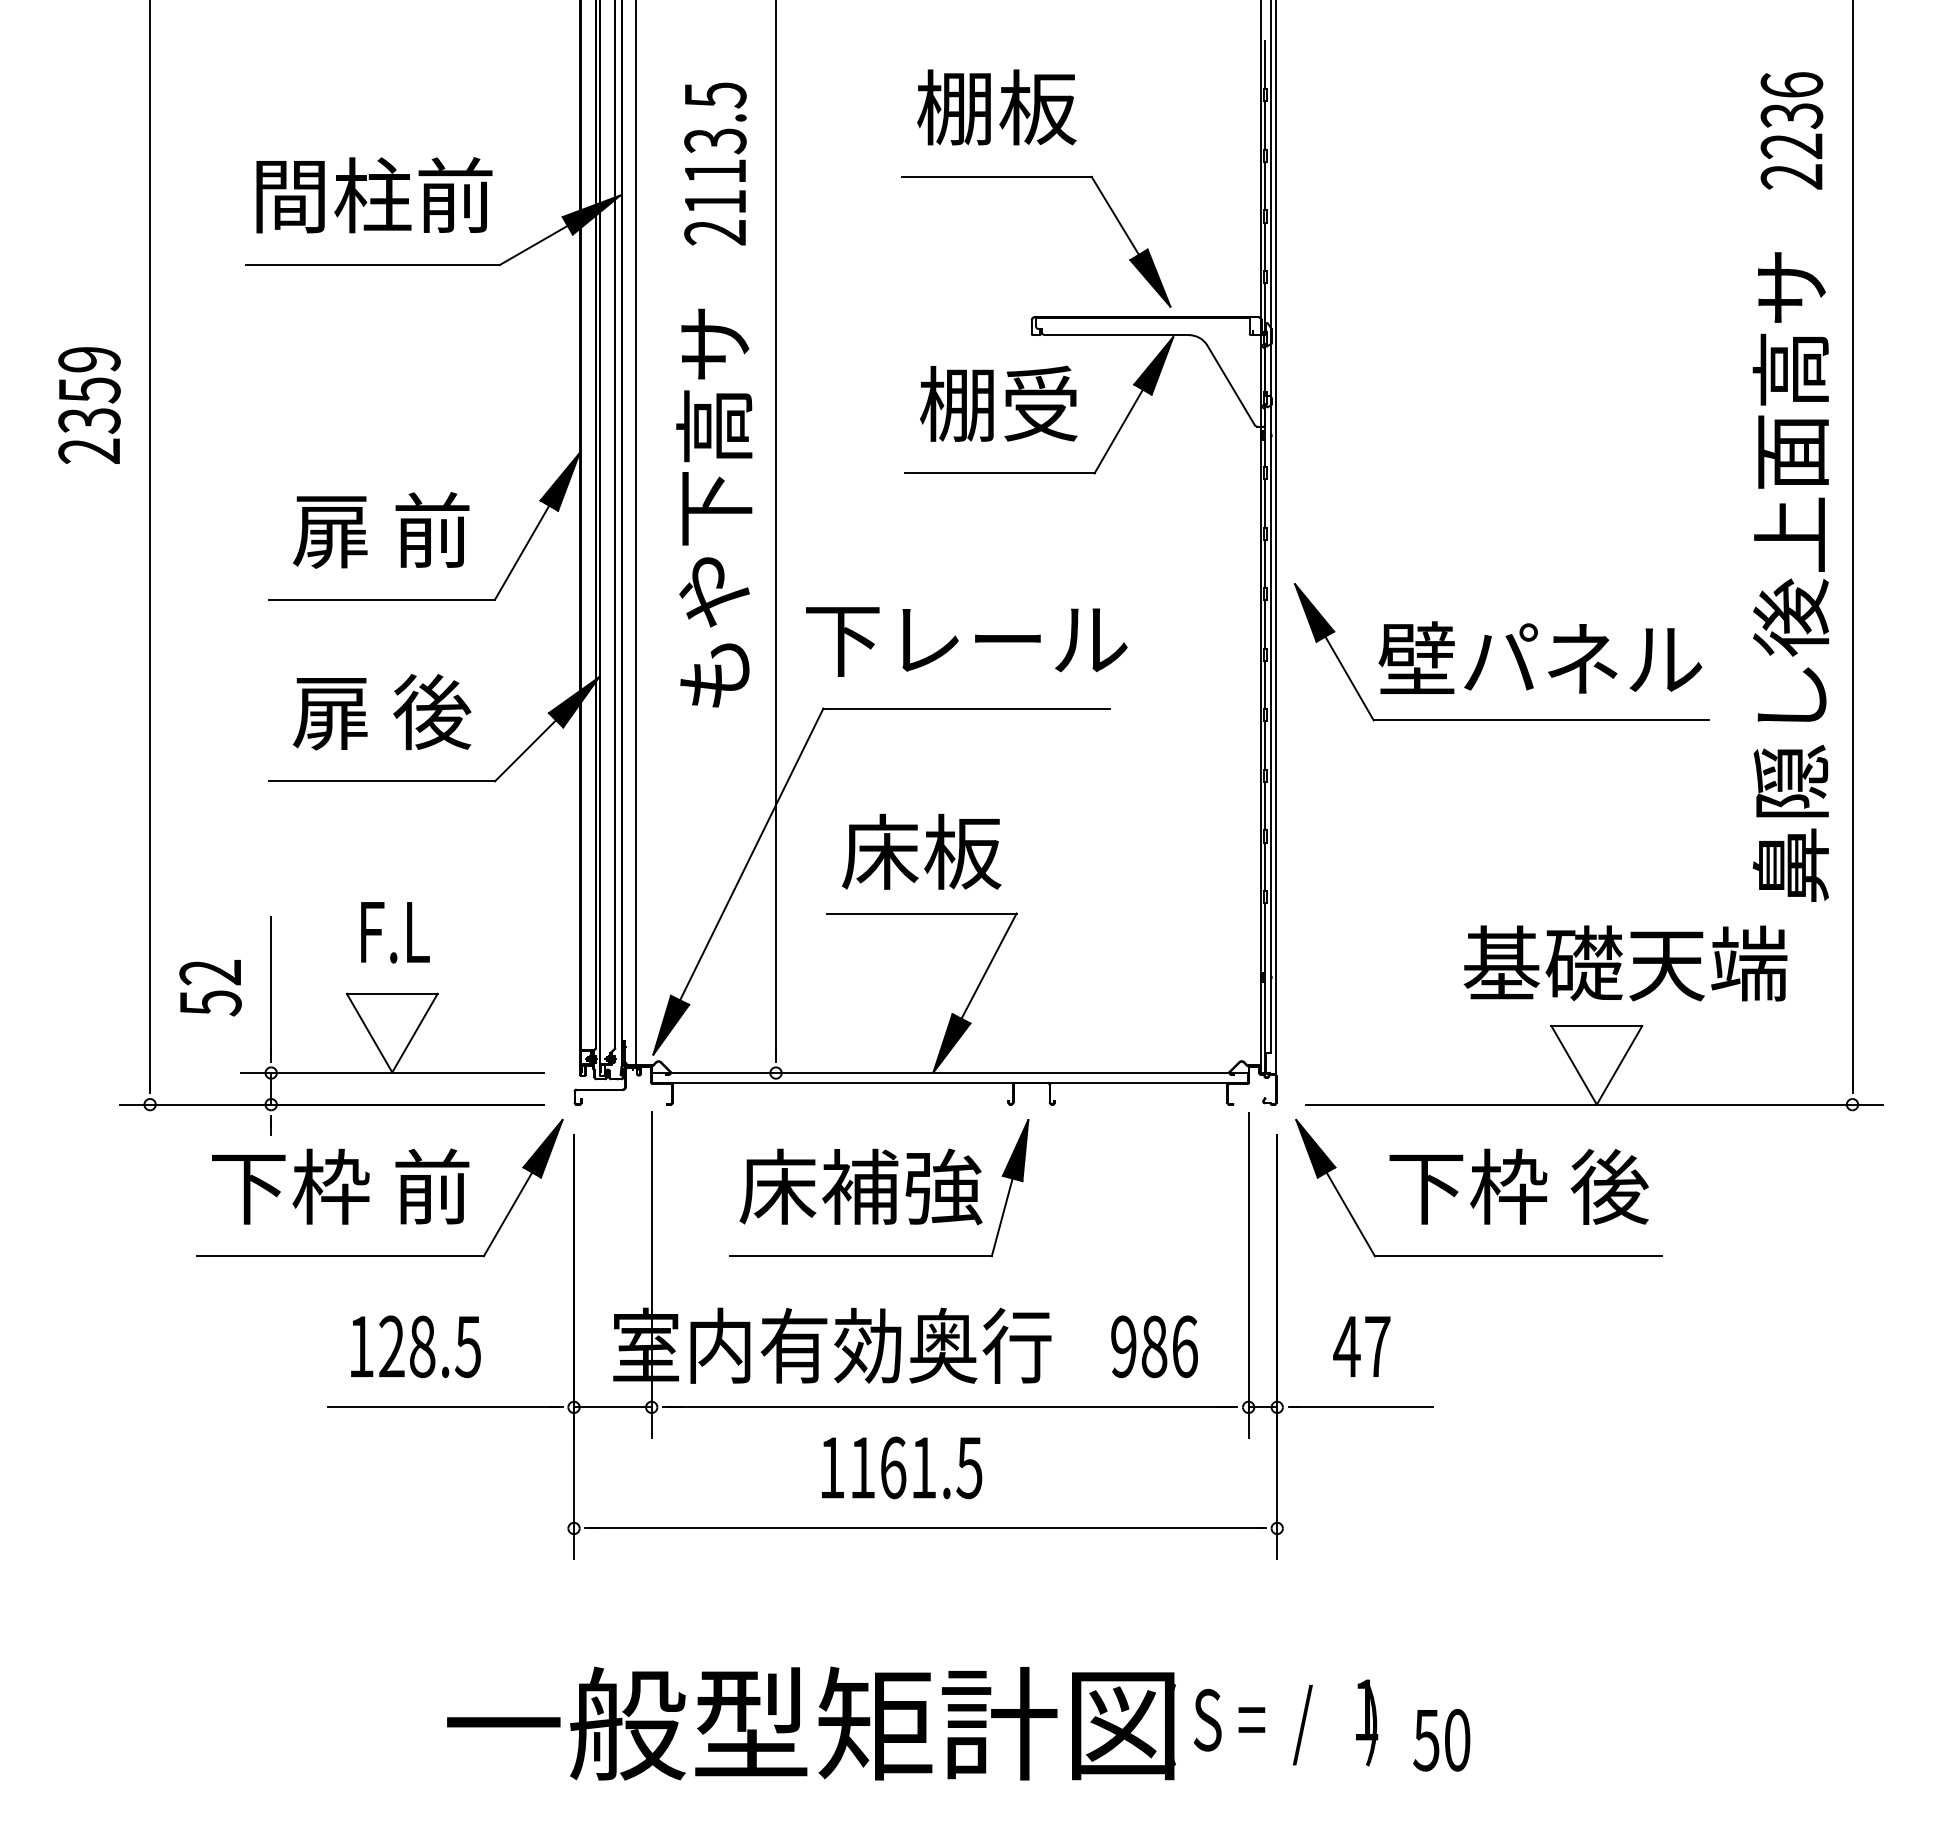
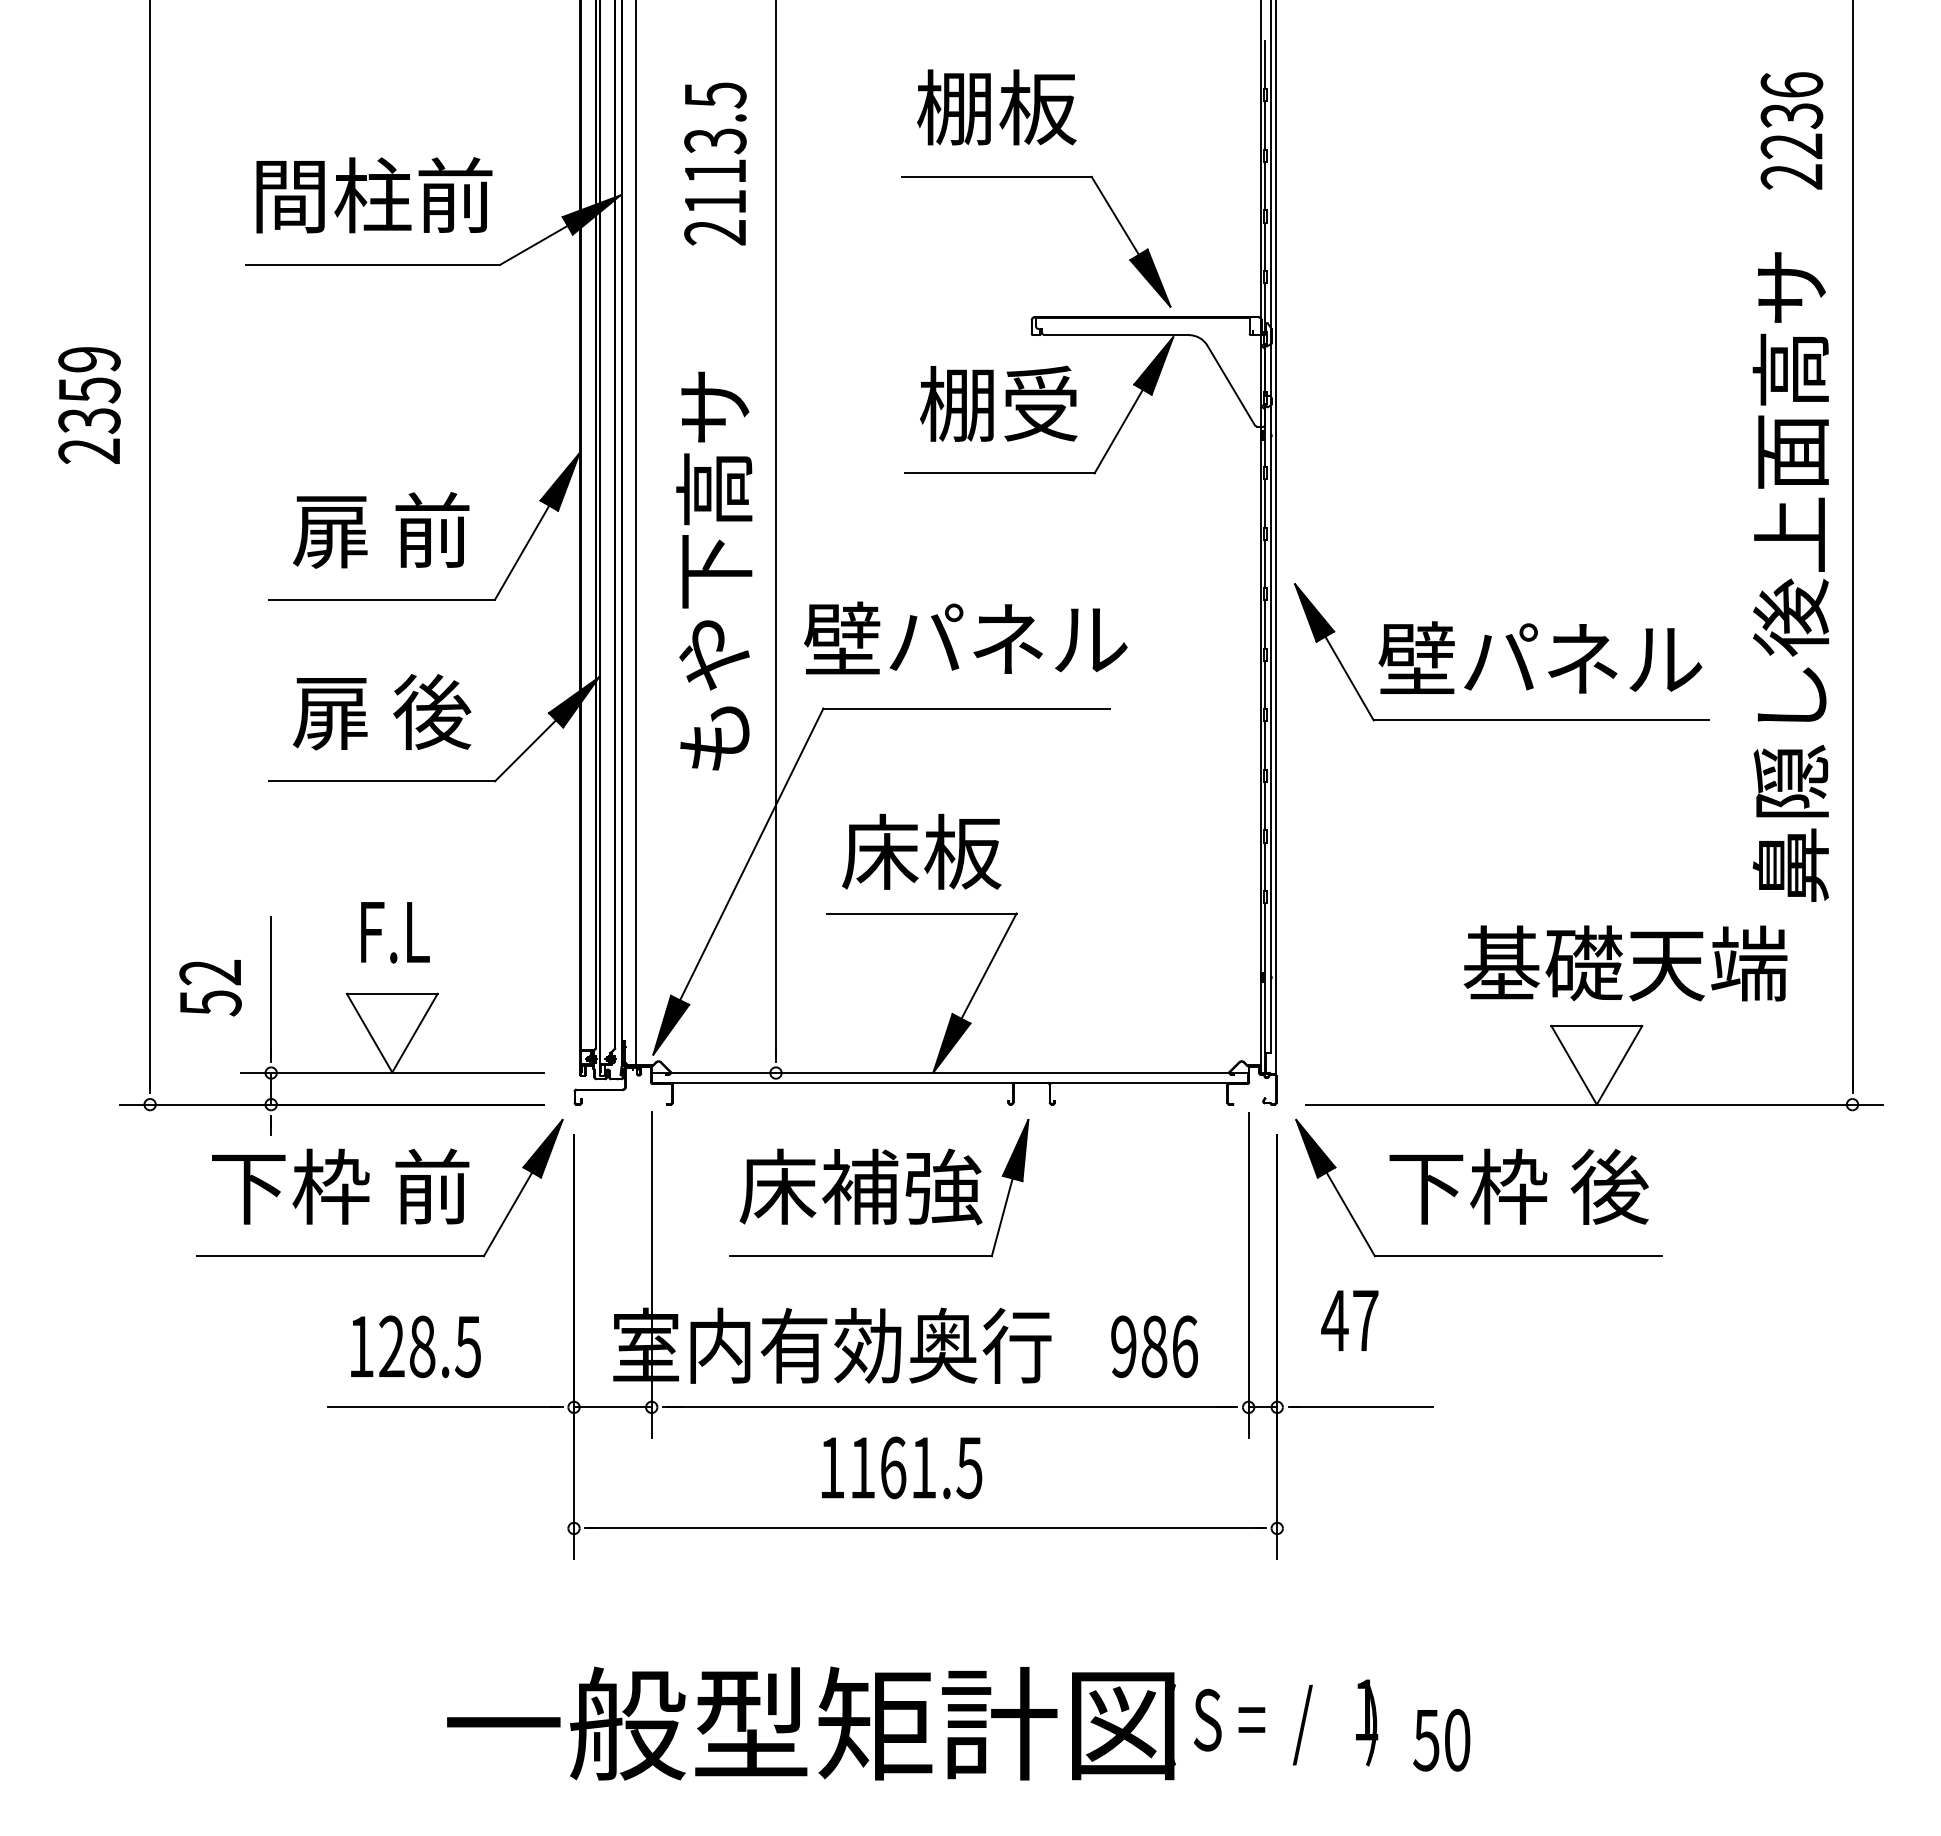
text at (714, 507) position: (714, 507) -> (714, 570)
text at (922, 638): 下レール -> 壁パネル
text at (1361, 1346) position: (1361, 1346) -> (1349, 1320)
